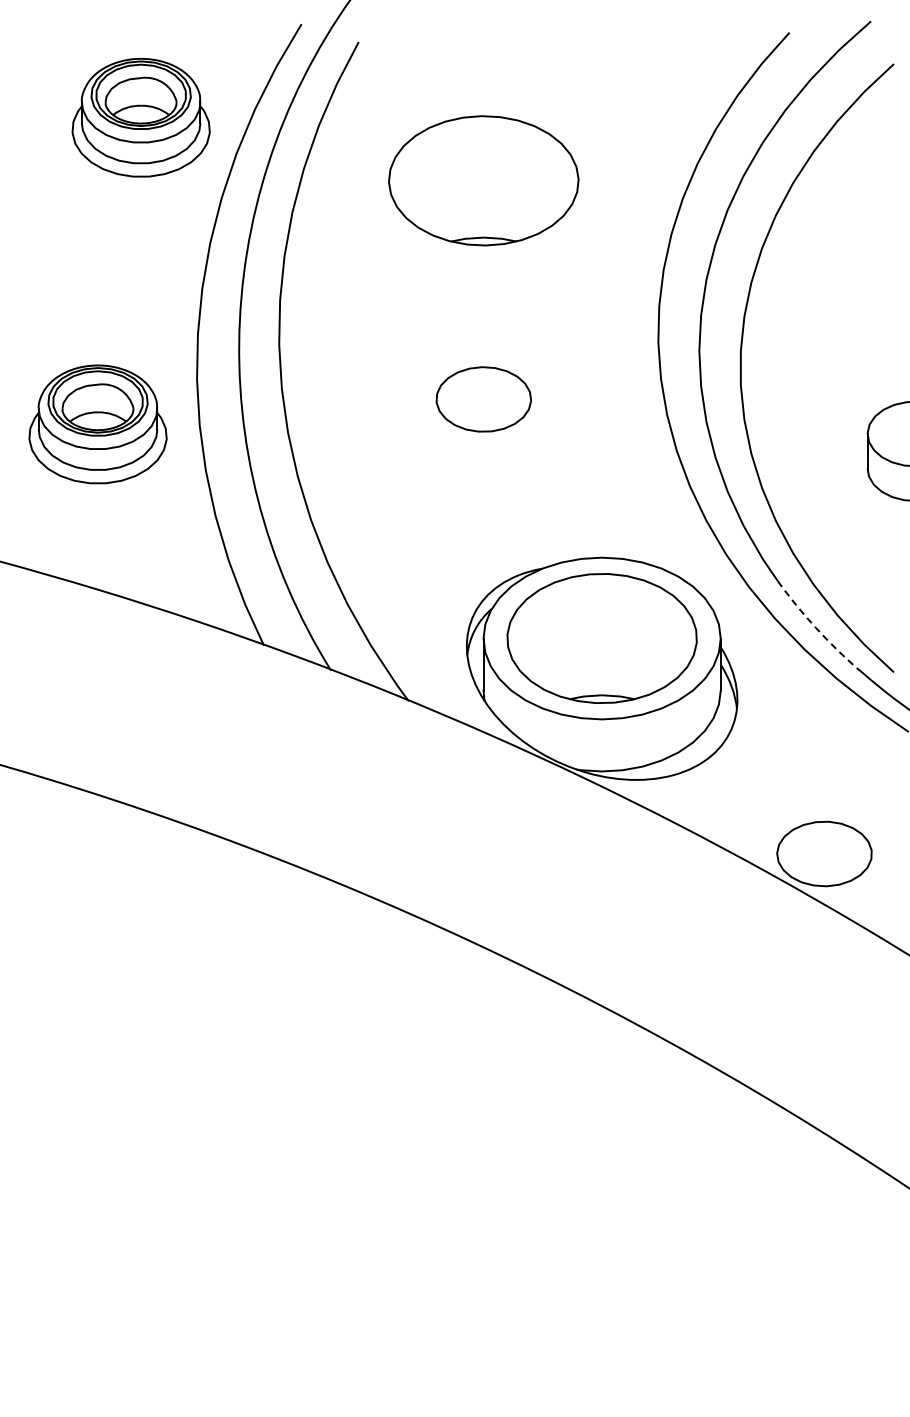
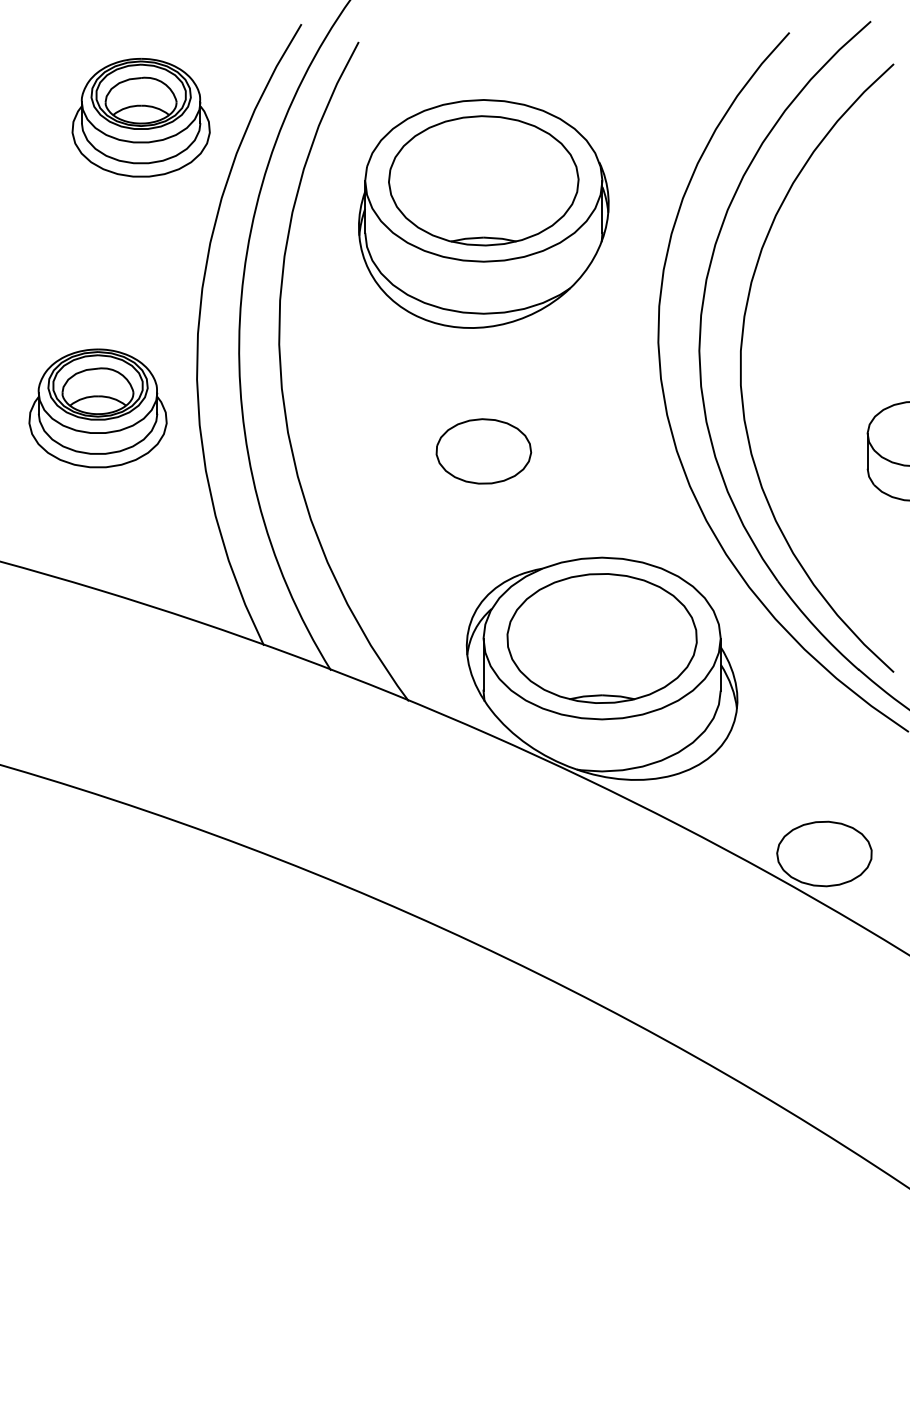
part at (483, 213): none -> present
part at (483, 399) position: (483, 399) -> (483, 451)
part at (97, 424) position: (97, 424) -> (97, 408)
arc at (816, 628): dashed -> solid
